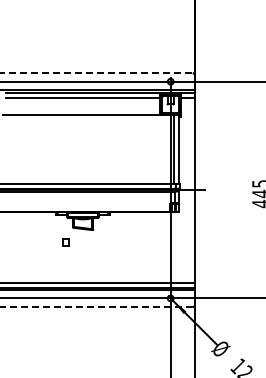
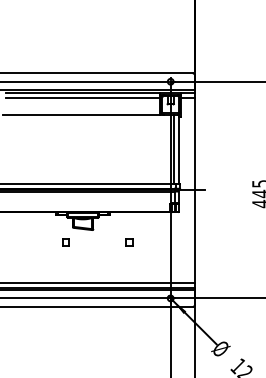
line at (96, 73): dashed -> solid
part at (129, 242): none -> present
line at (96, 306): dashed -> solid
